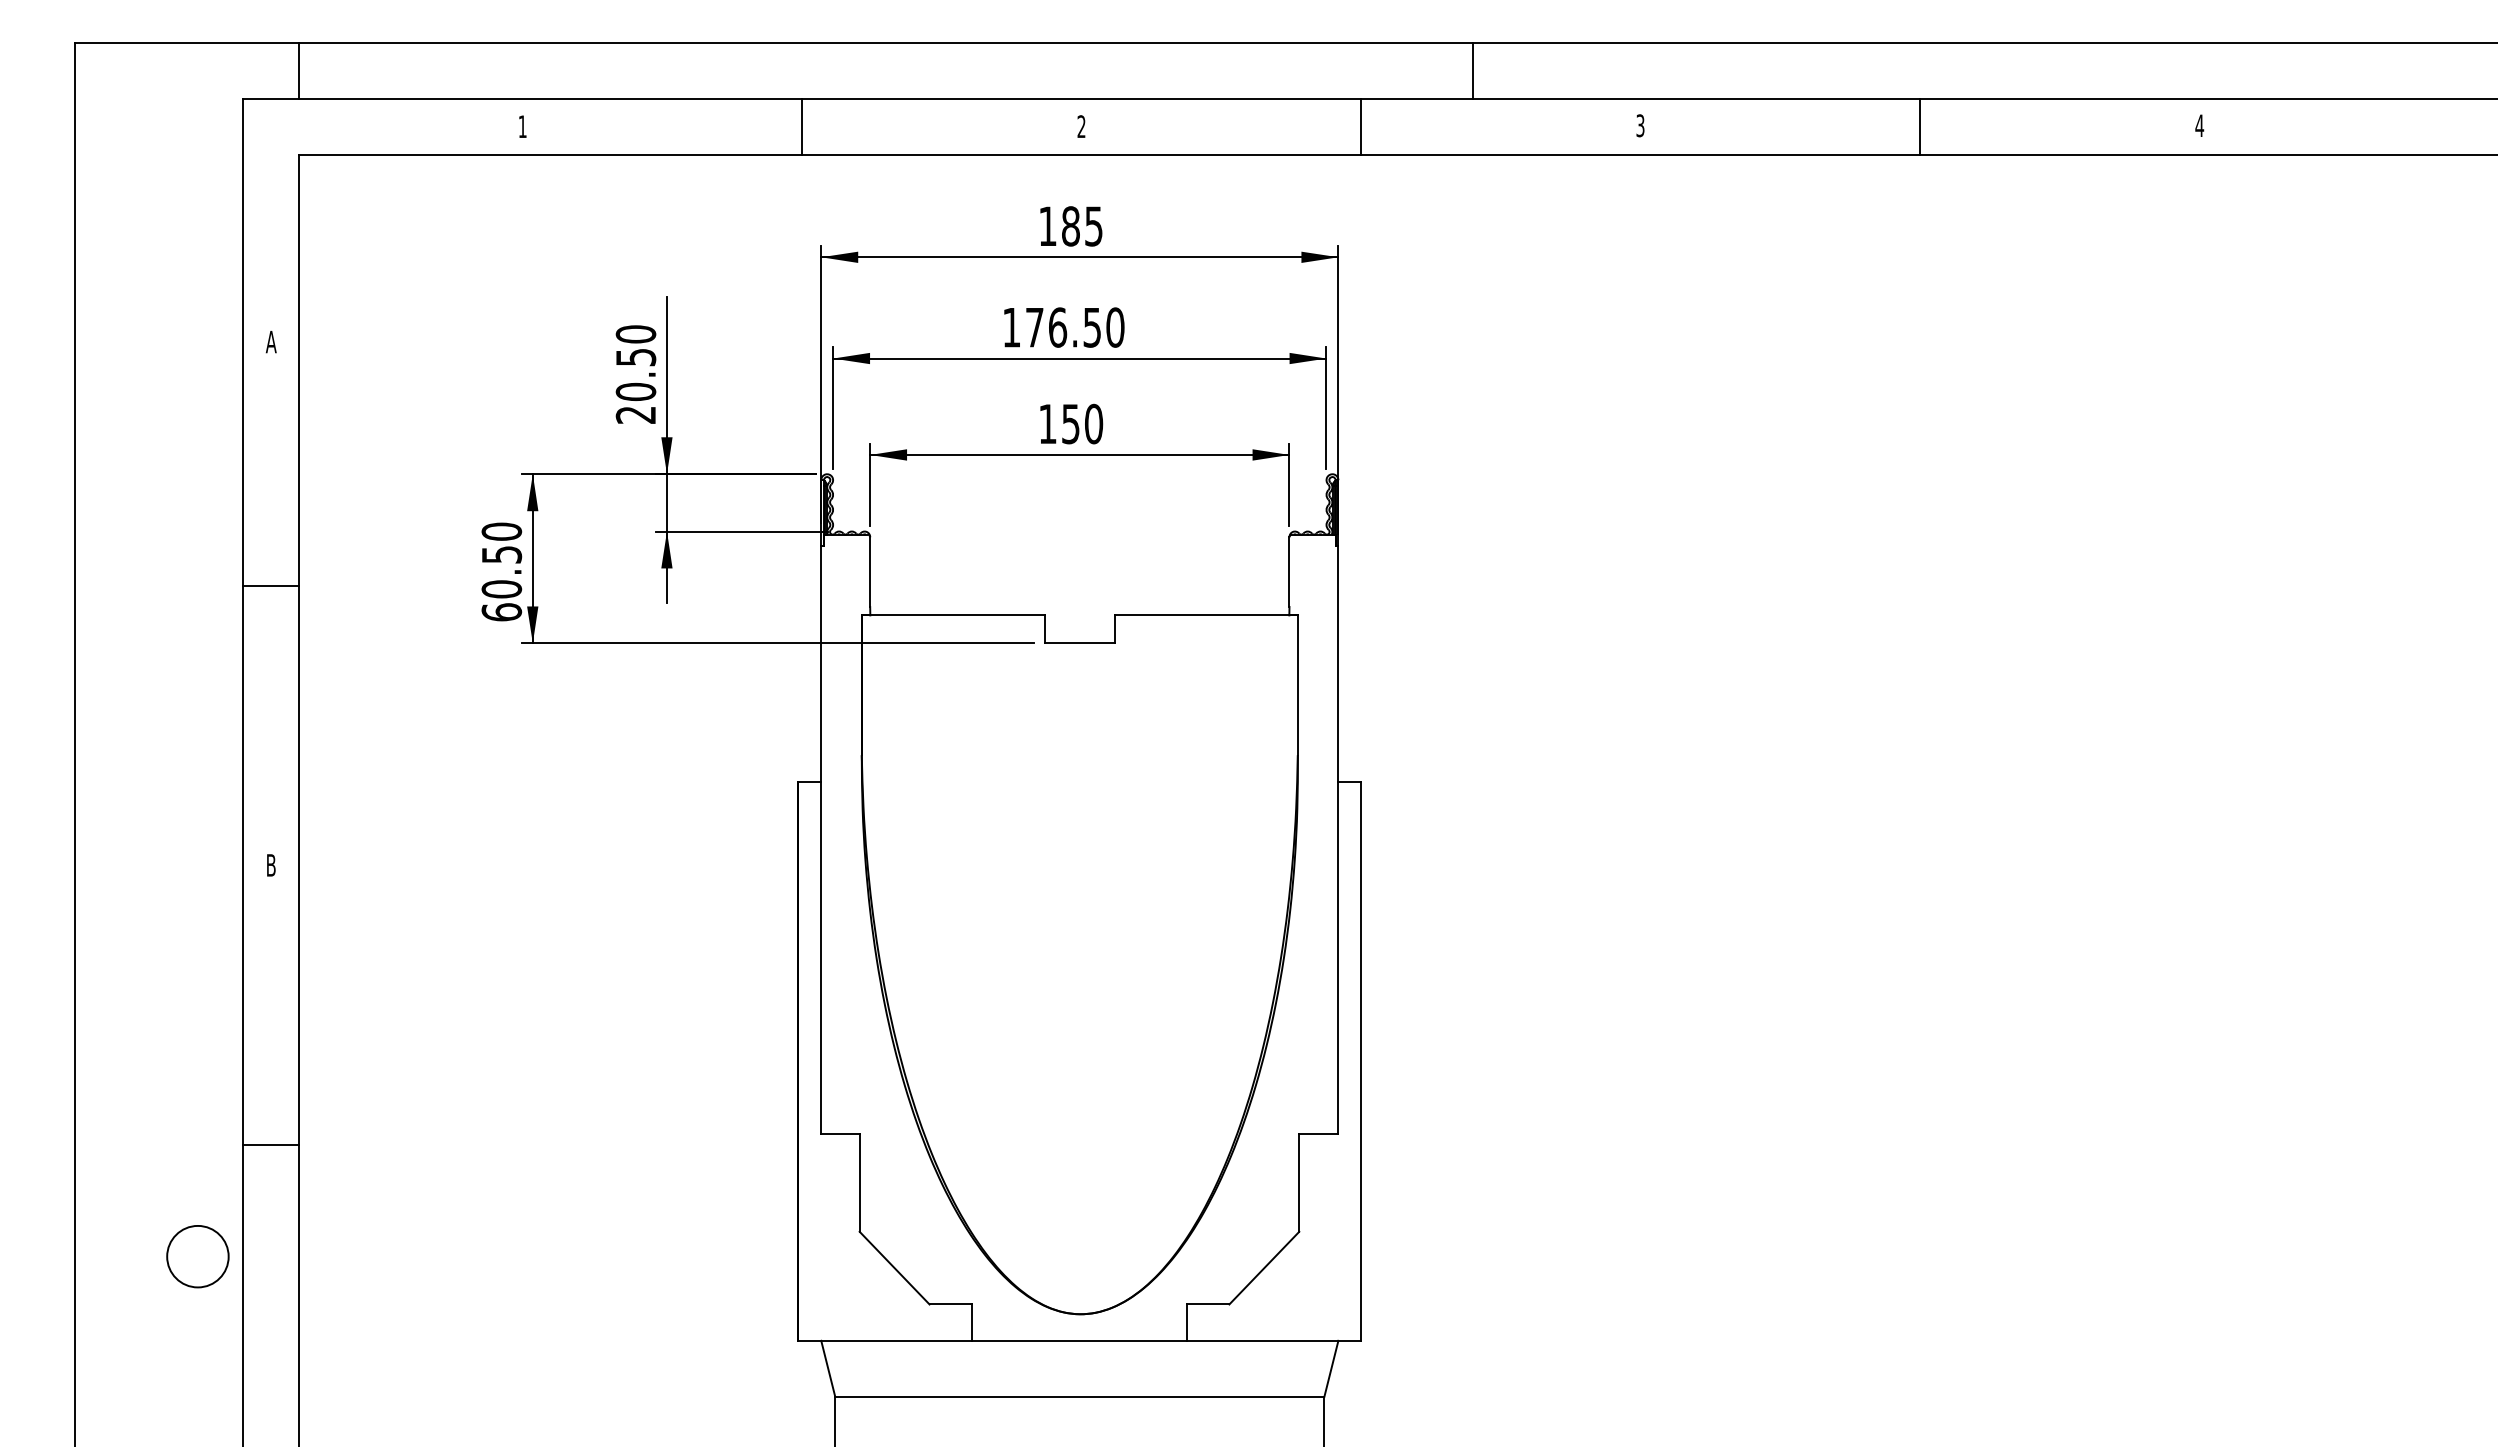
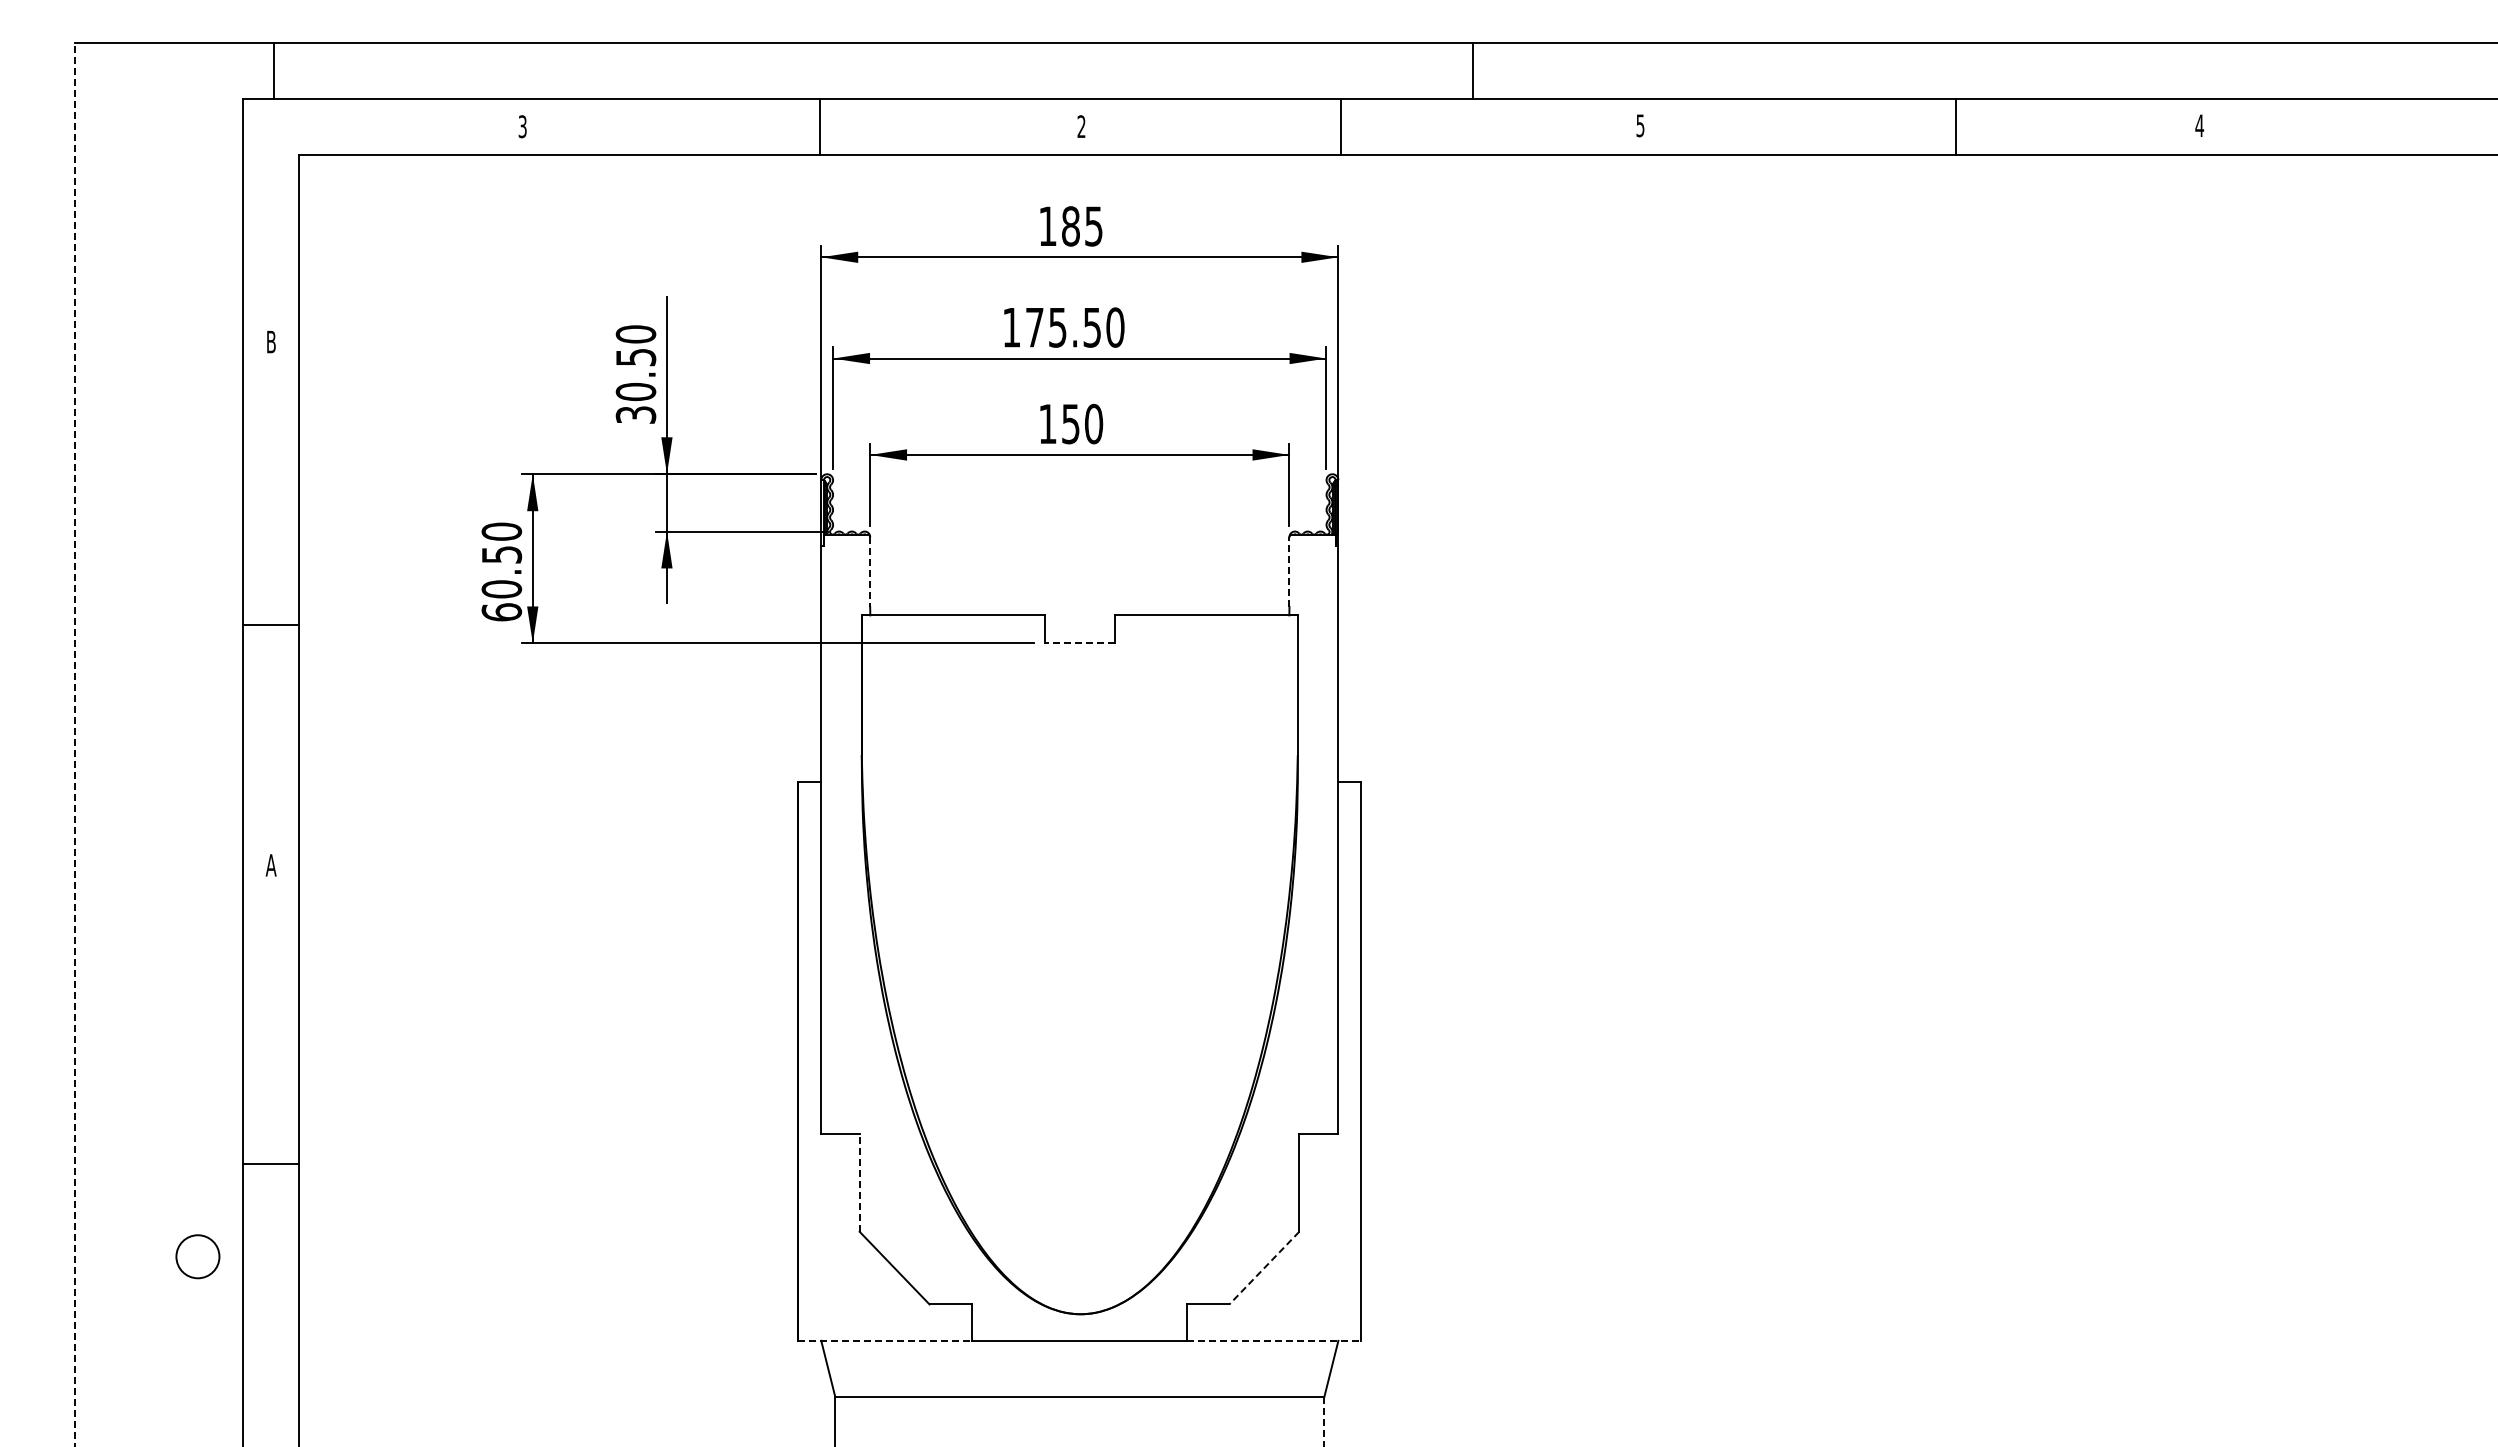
line at (298, 71) position: (298, 71) -> (273, 71)
text at (1640, 125): 3 -> 5
text at (522, 126): 1 -> 3
line at (801, 127) position: (801, 127) -> (819, 127)
line at (1360, 127) position: (1360, 127) -> (1340, 127)
line at (1919, 127) position: (1919, 127) -> (1955, 127)
text at (1058, 327): 176.50 -> 175.50
text at (270, 341): A -> B
text at (636, 414): 20.50 -> 30.50
line at (870, 572): solid -> dashed
line at (1289, 572): solid -> dashed
line at (270, 585) position: (270, 585) -> (270, 624)
line at (1079, 643): solid -> dashed
line at (74, 744): solid -> dashed
text at (270, 865): B -> A
line at (270, 1144) position: (270, 1144) -> (270, 1163)
line at (859, 1182): solid -> dashed
circle at (197, 1256) size: 64x64 px -> 46x46 px
line at (1263, 1268): solid -> dashed
line at (884, 1340): solid -> dashed
line at (1274, 1340): solid -> dashed
line at (1324, 1421): solid -> dashed
